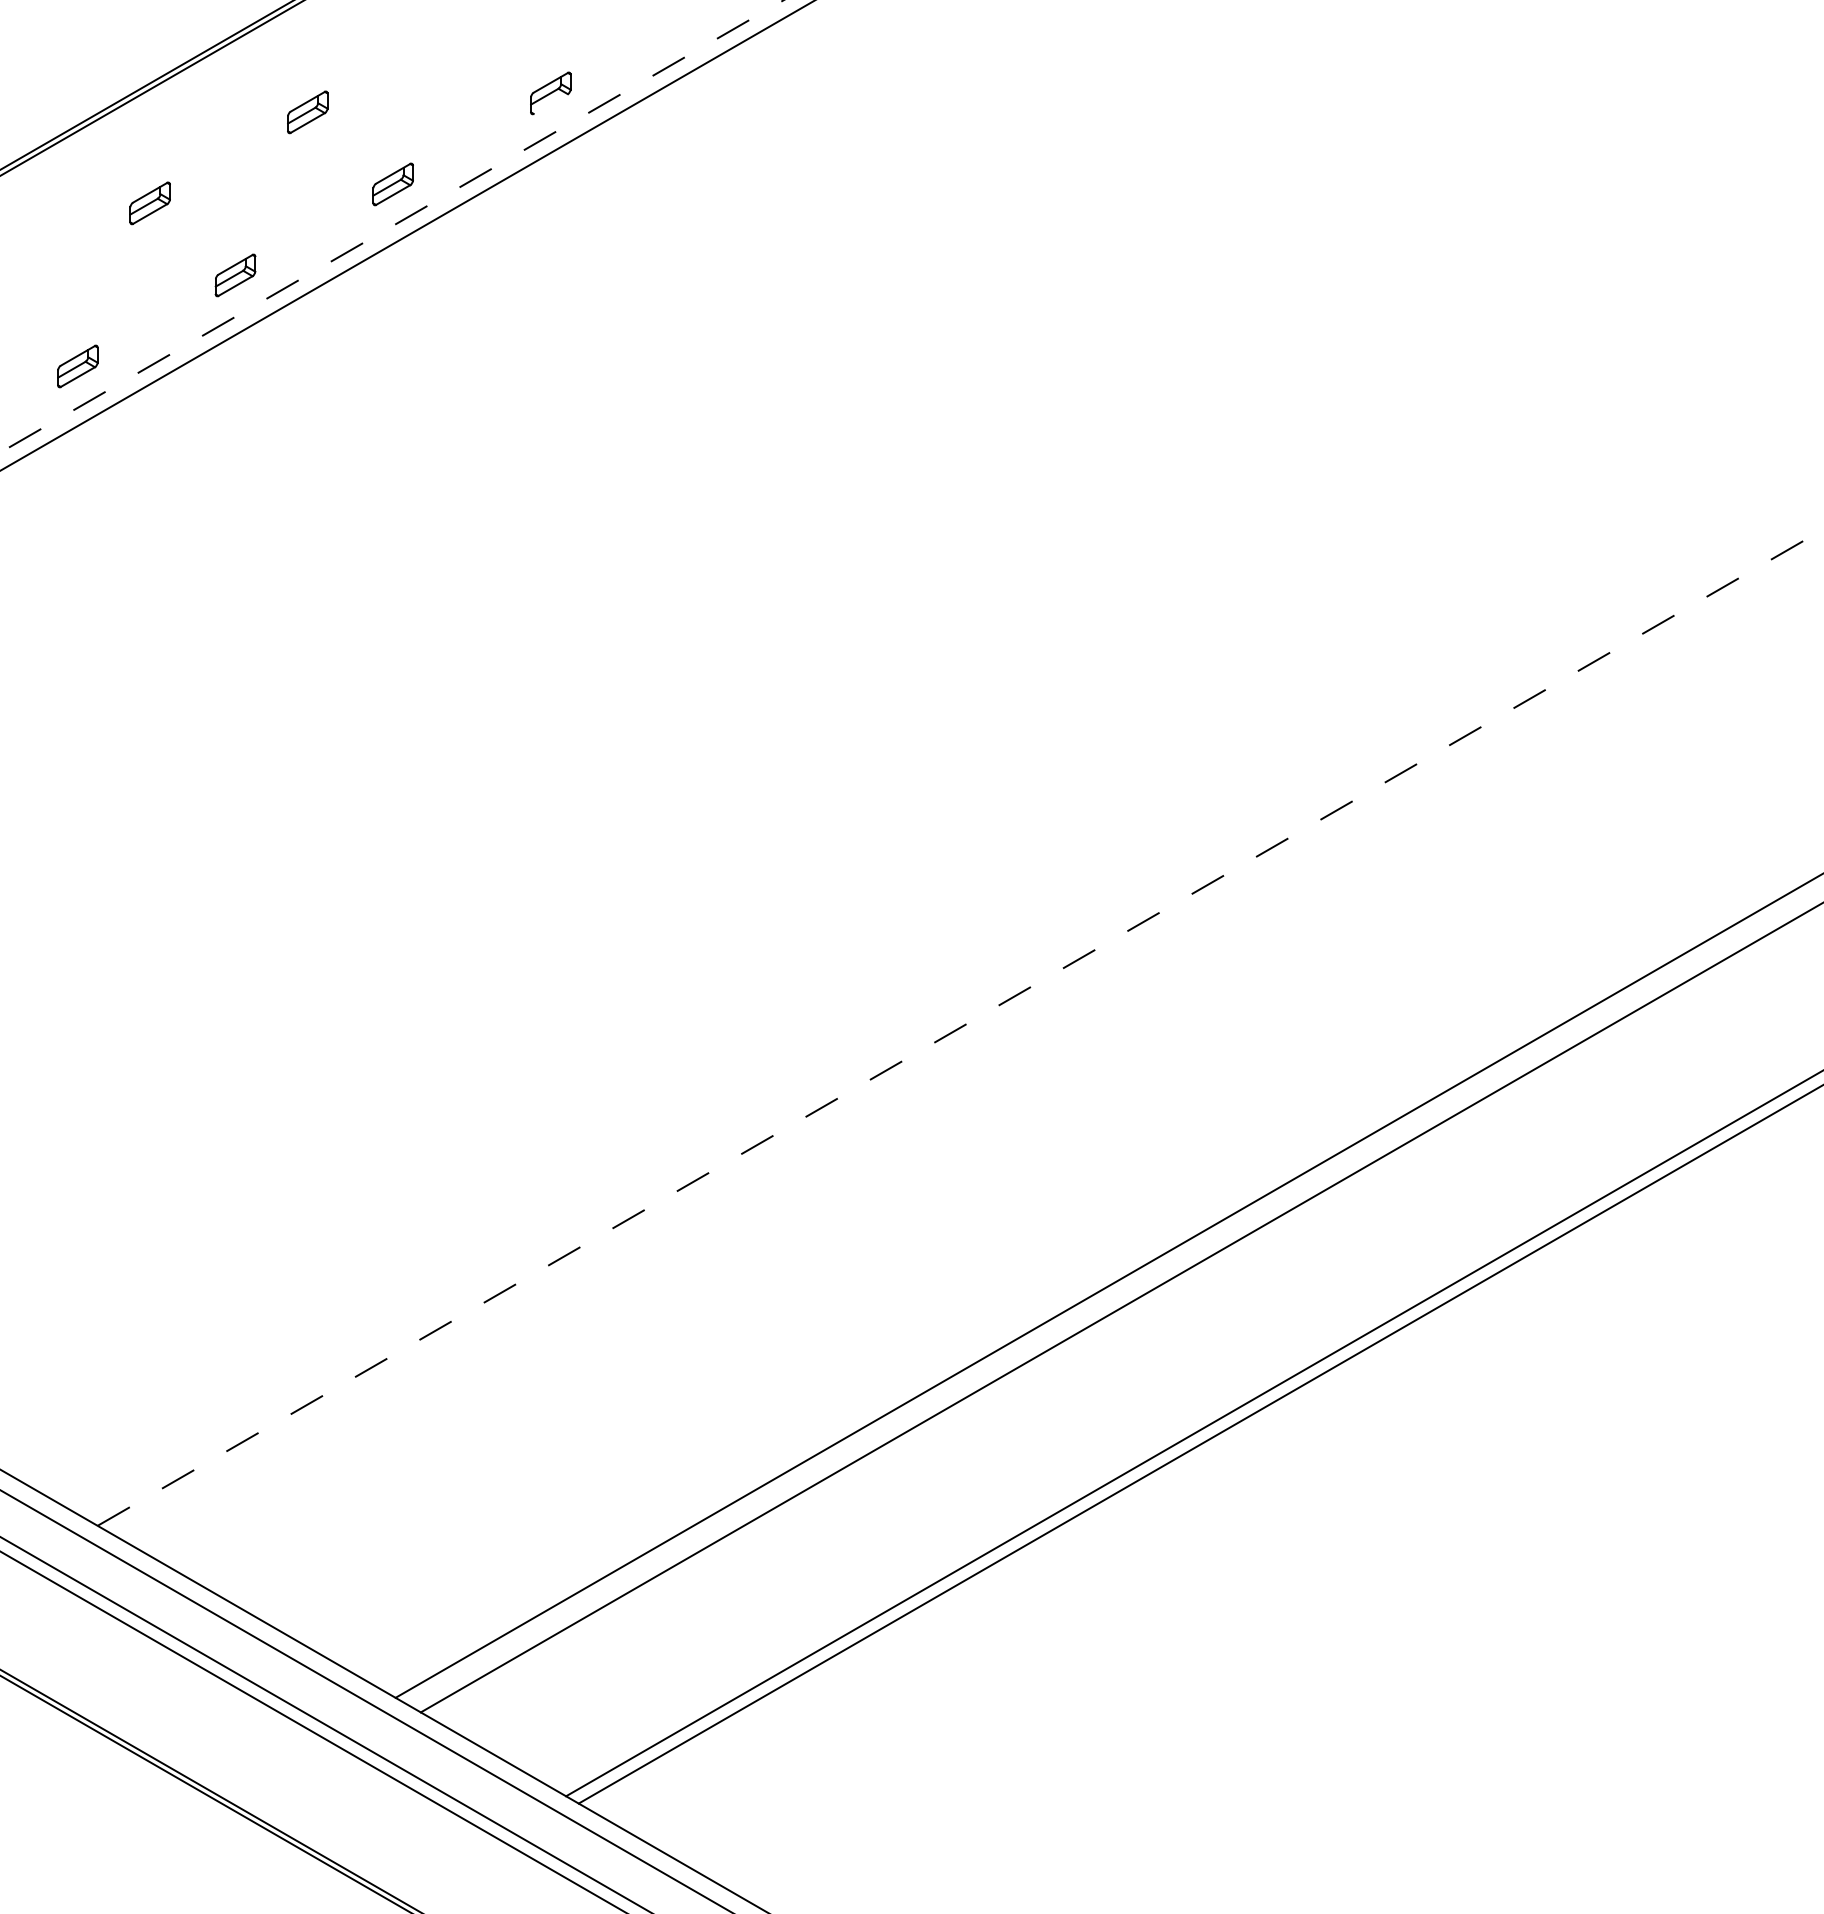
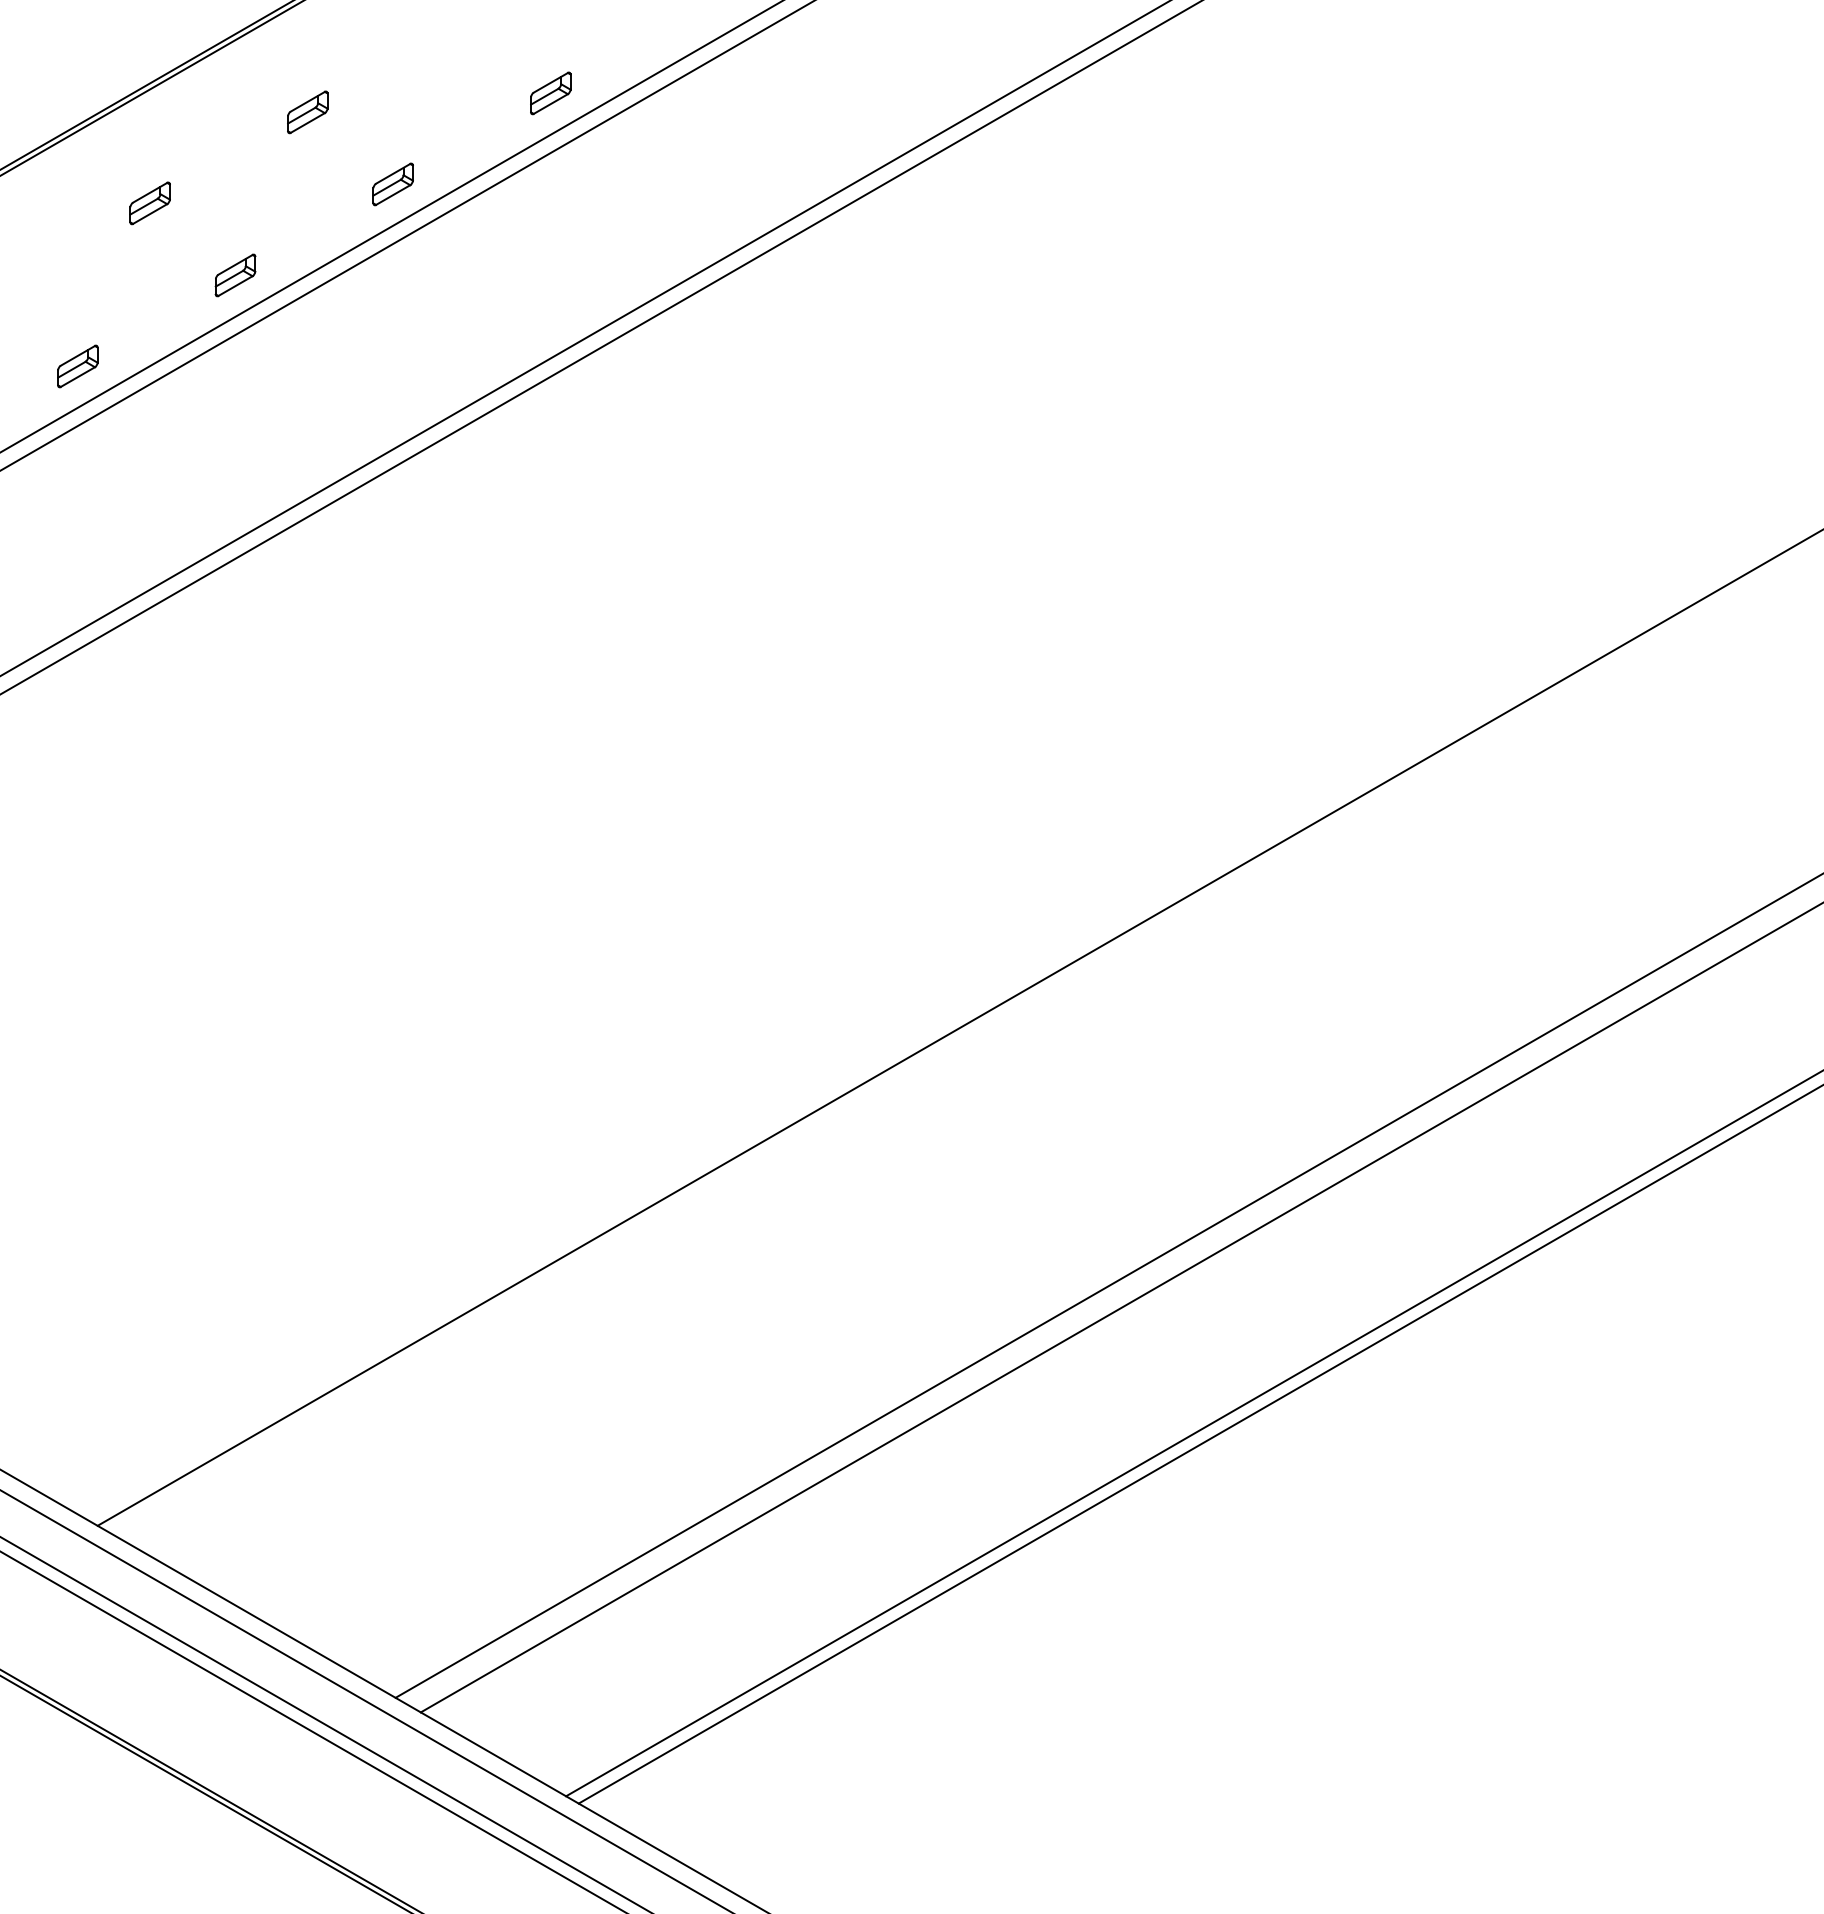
line at (550, 103): none -> present
line at (392, 226): dashed -> solid
line at (584, 338): none -> present
line at (600, 347): none -> present
line at (960, 1027): dashed -> solid
